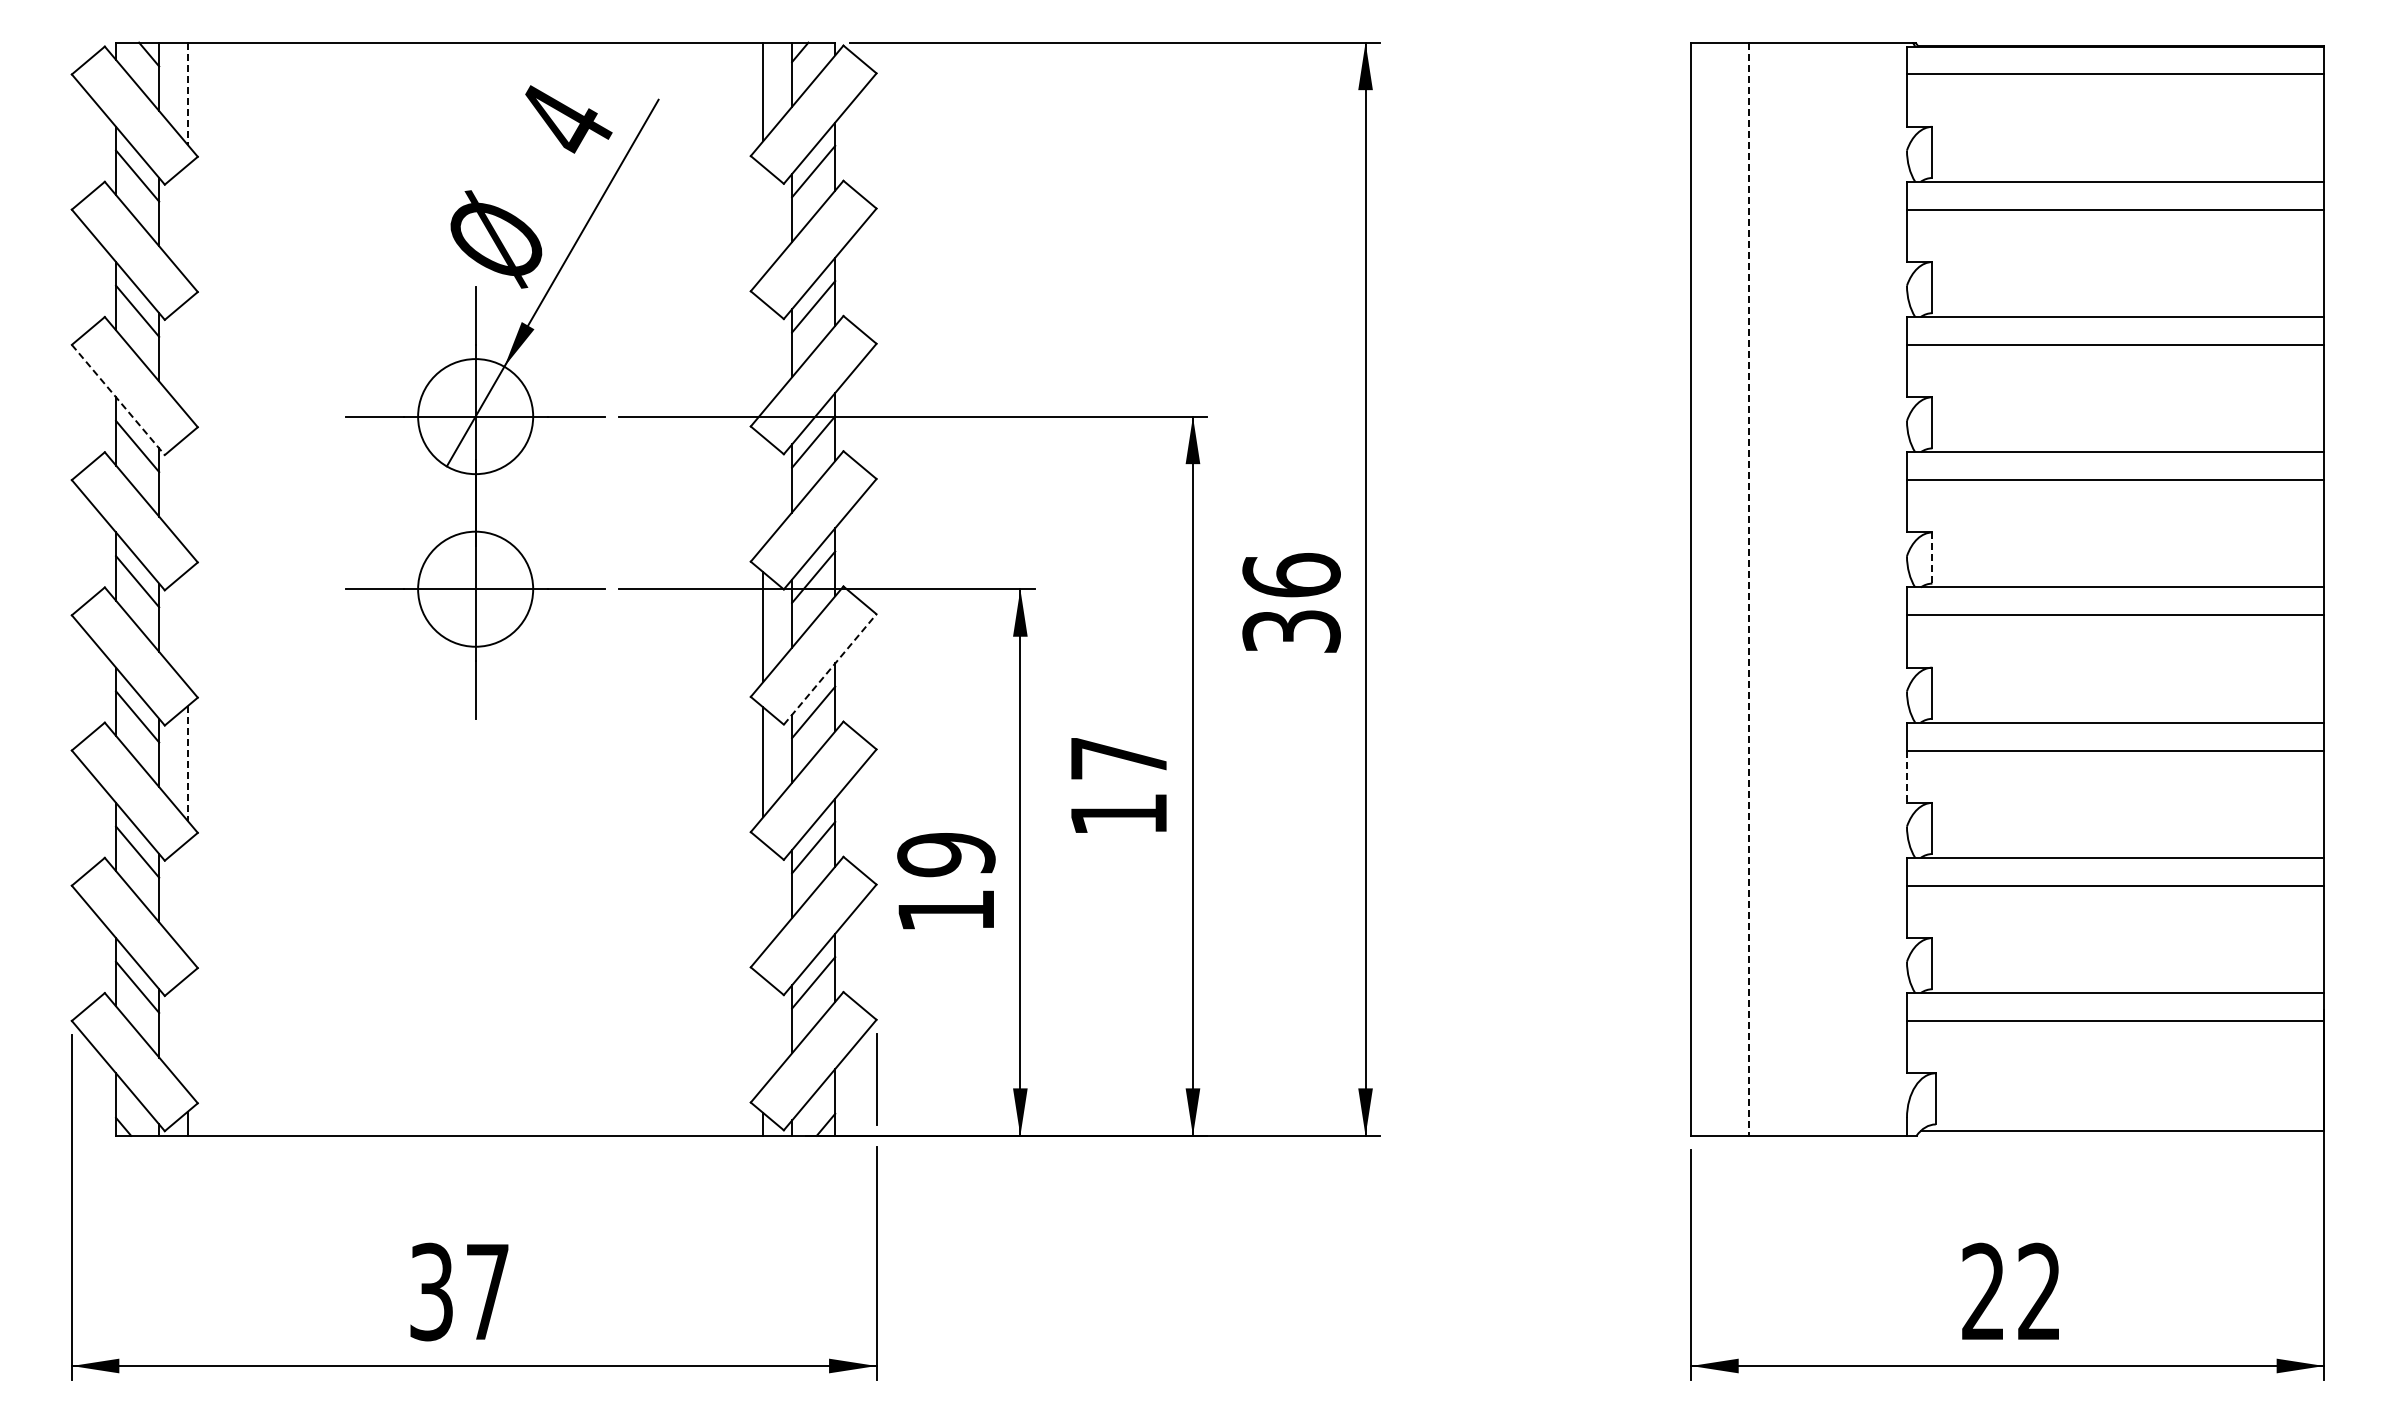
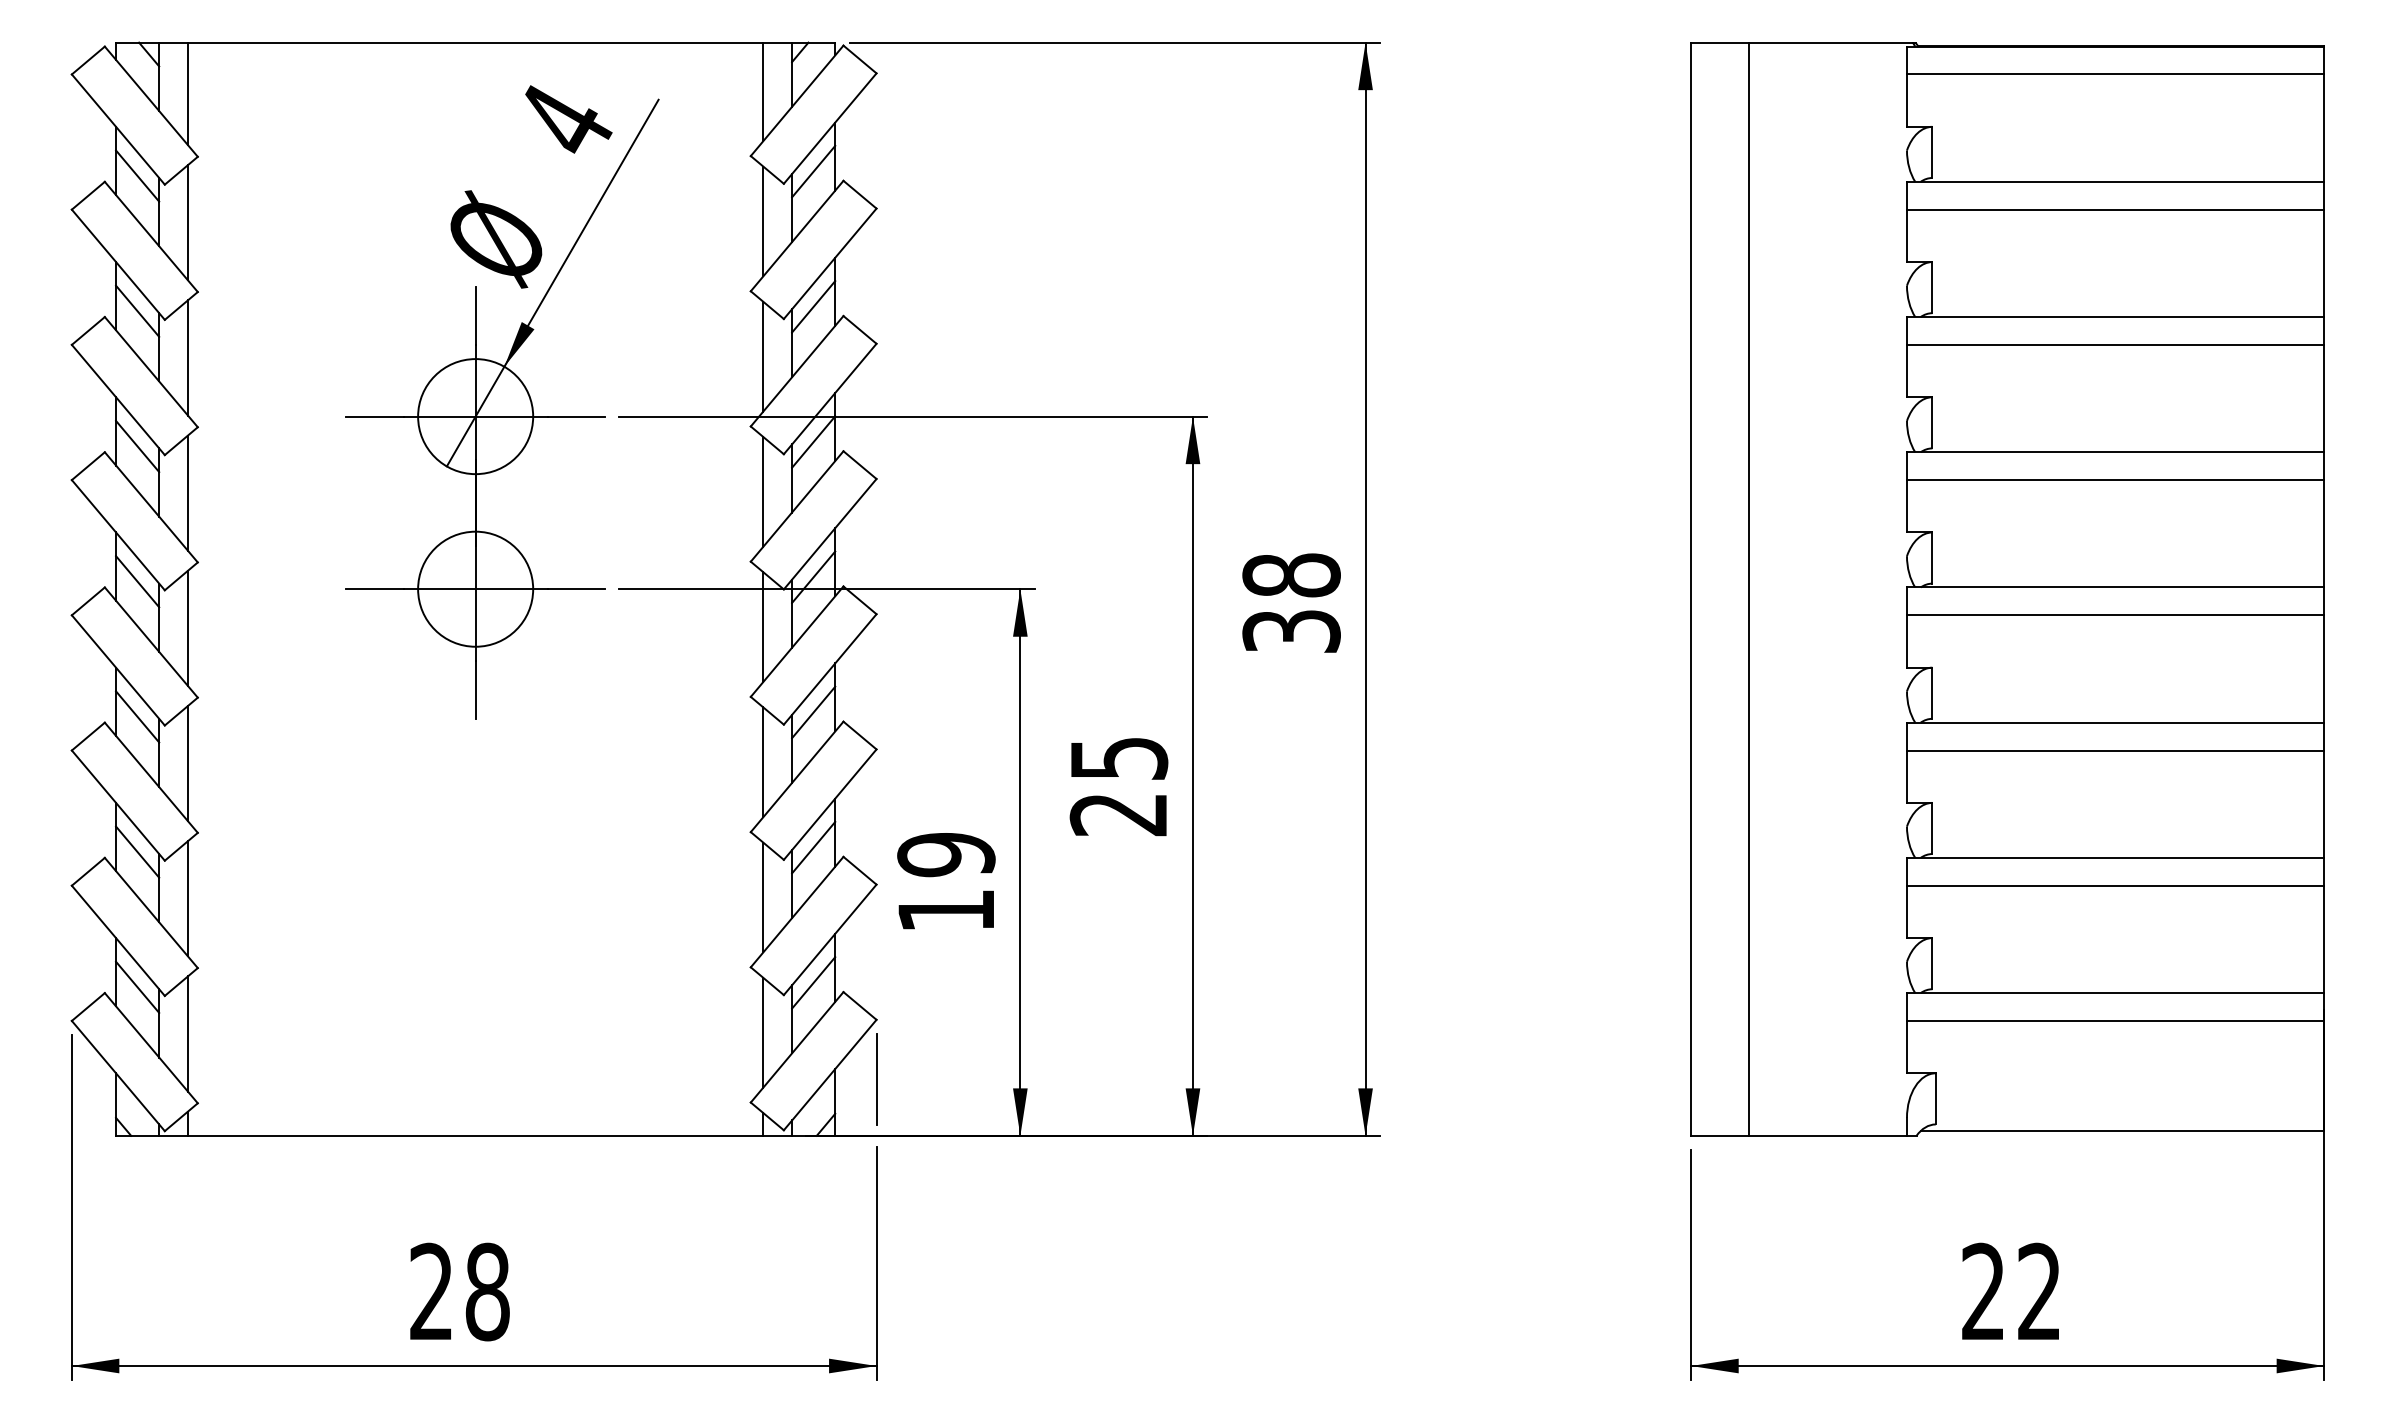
line at (187, 94): dashed -> solid
line at (763, 221): none -> present
line at (187, 222): none -> present
line at (763, 356): none -> present
line at (187, 357): none -> present
line at (118, 400): dashed -> solid
line at (763, 491): none -> present
line at (187, 492): none -> present
line at (1932, 558): dashed -> solid
text at (1291, 575): 36 -> 38
line at (1748, 589): dashed -> solid
line at (187, 628): none -> present
line at (830, 669): dashed -> solid
line at (187, 763): dashed -> solid
line at (1906, 777): dashed -> solid
text at (1118, 787): 17 -> 25
line at (763, 897): none -> present
line at (187, 898): none -> present
line at (763, 1032): none -> present
line at (187, 1033): none -> present
text at (459, 1291): 37 -> 28
